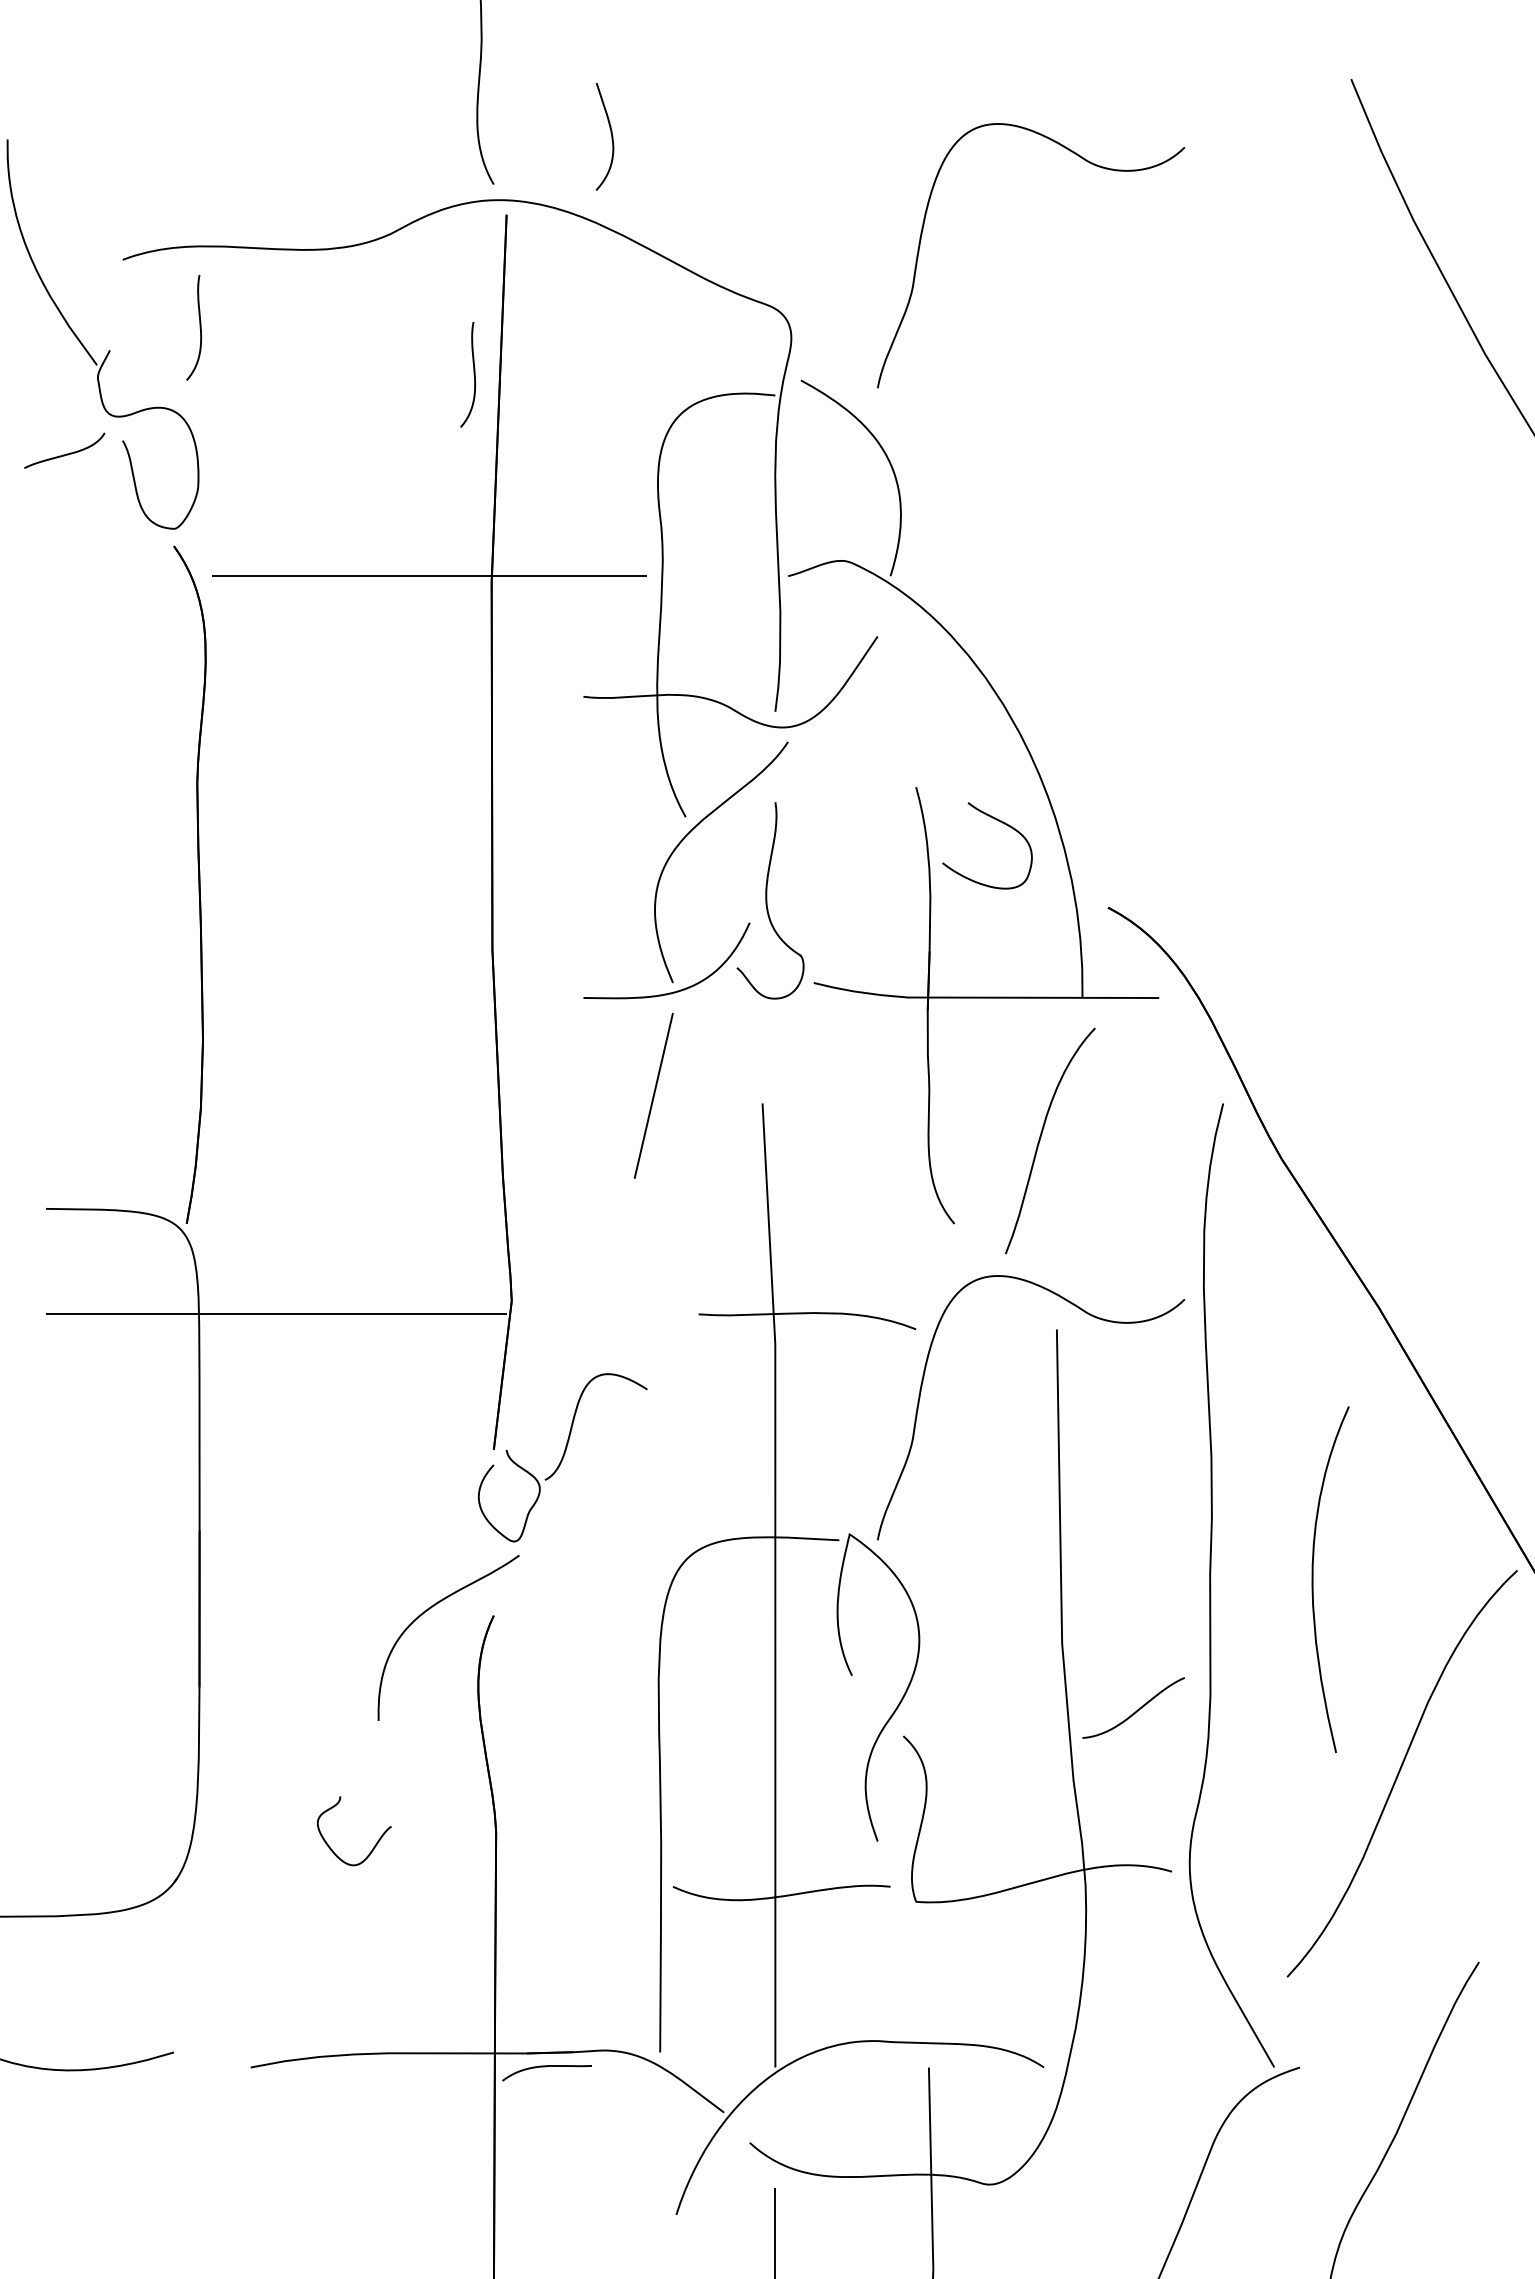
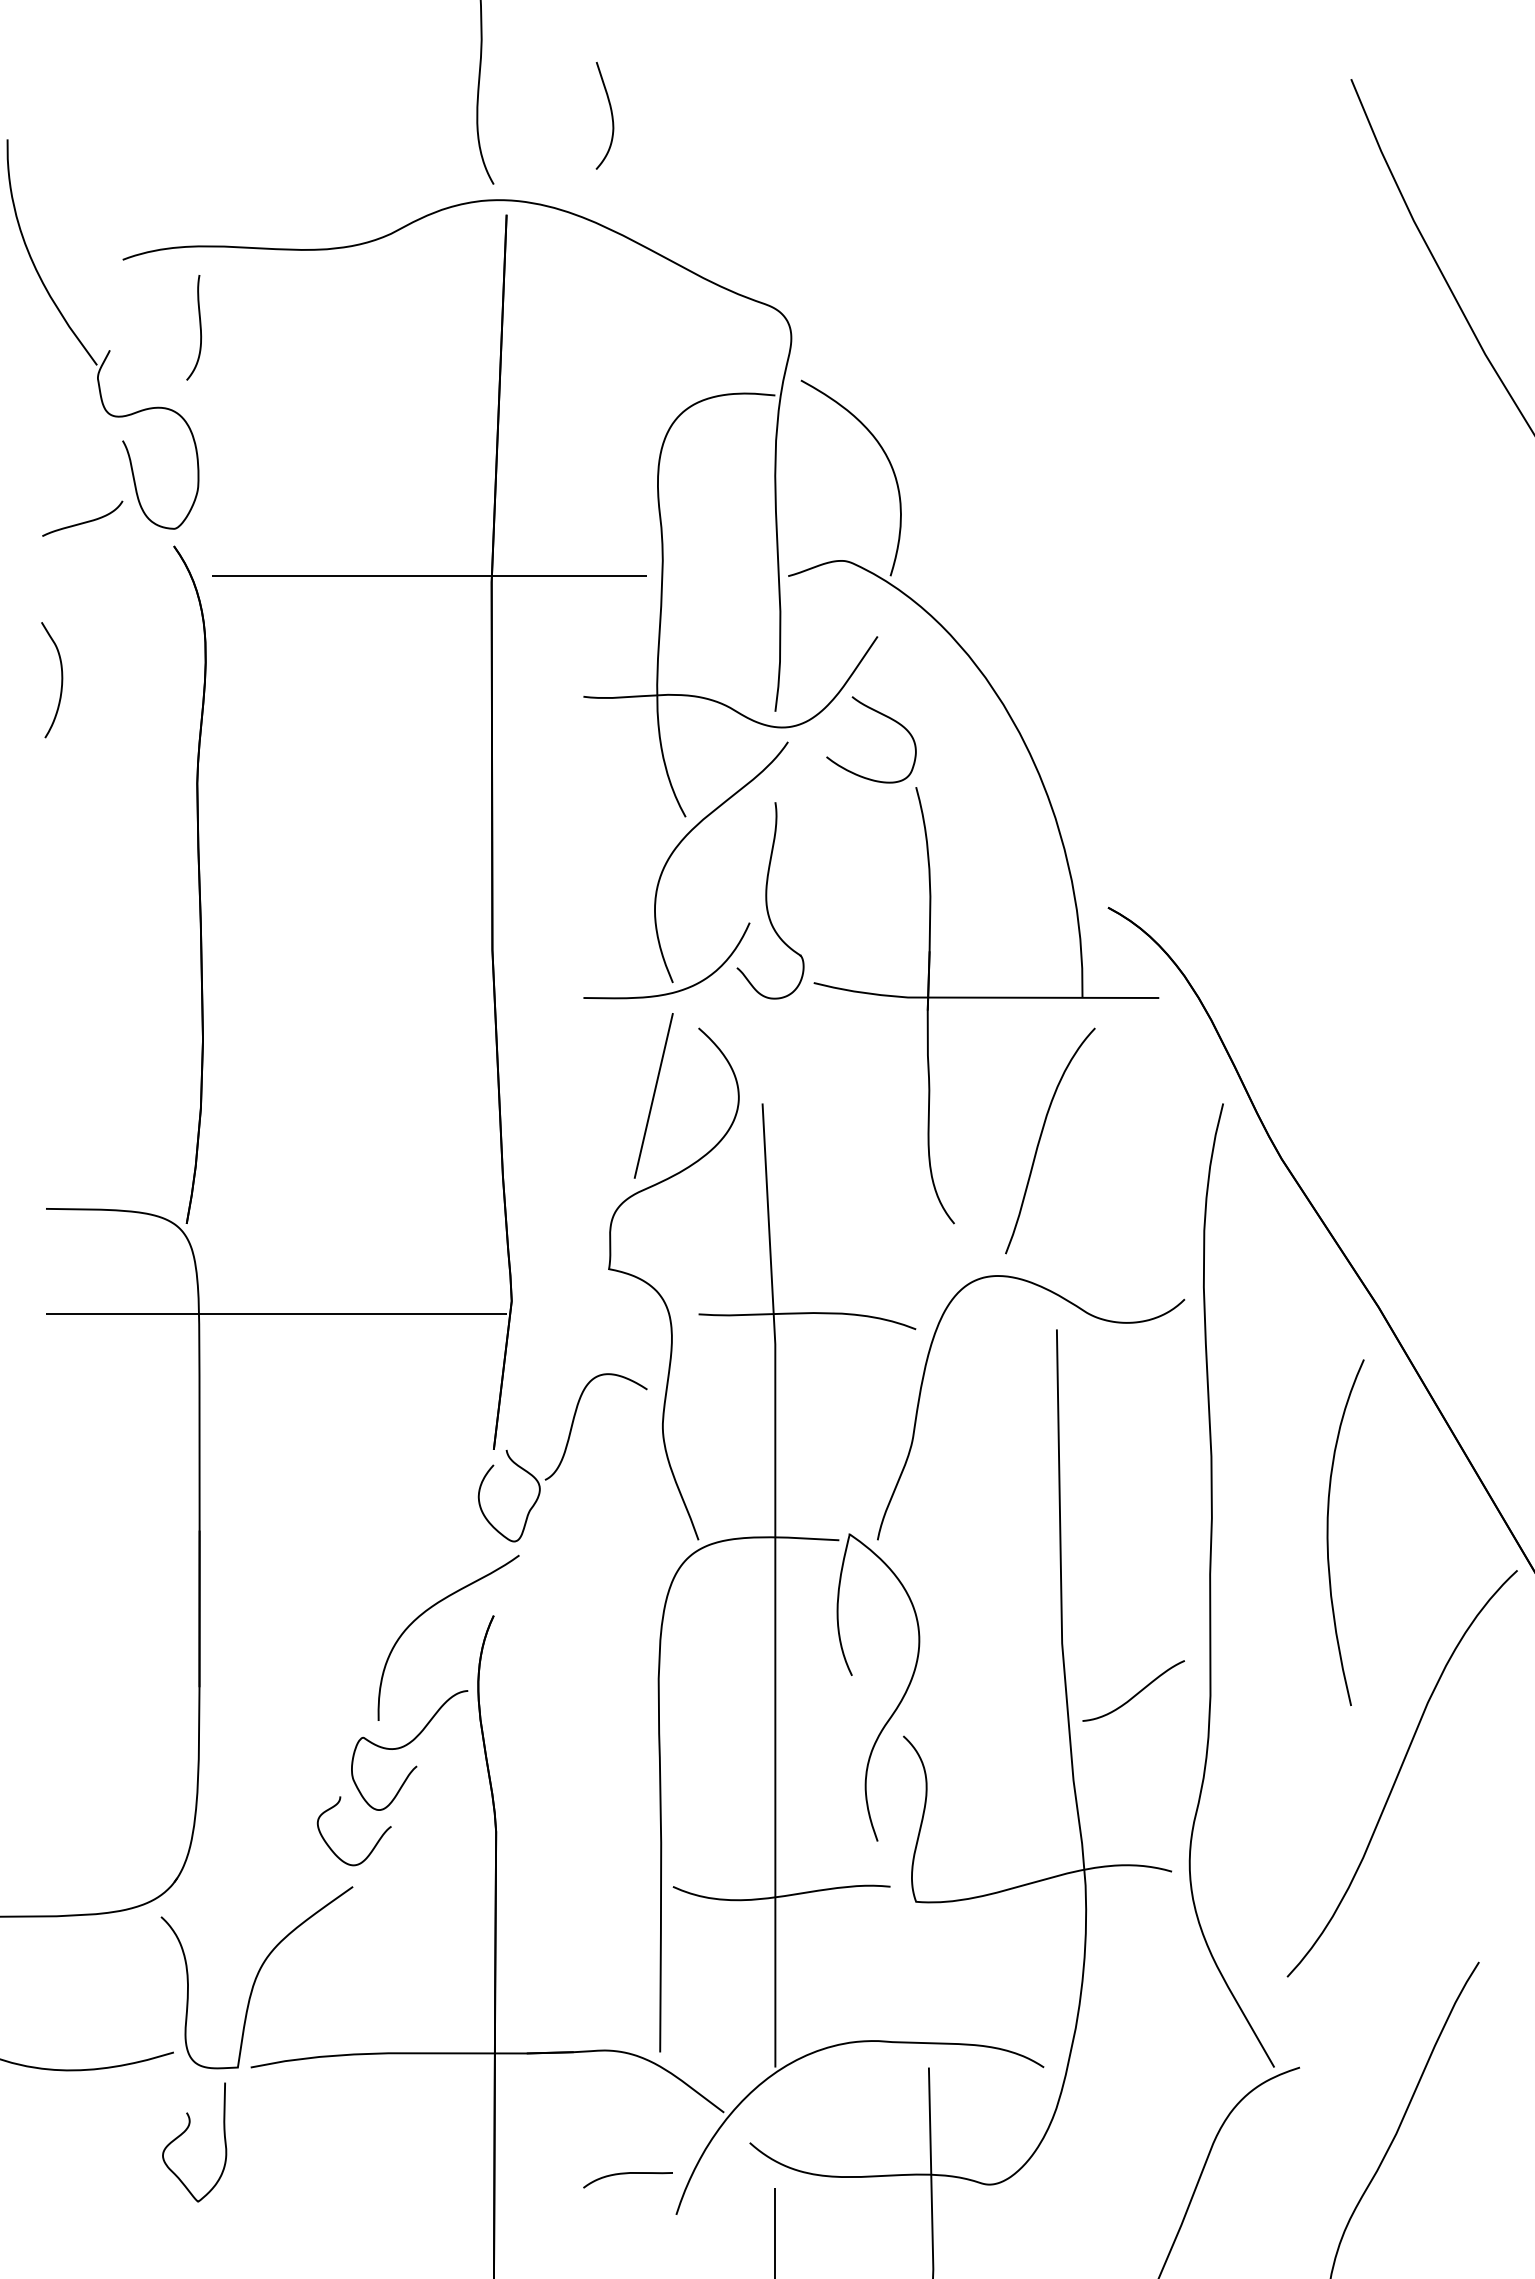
curve at (610, 133) position: (610, 133) -> (610, 112)
curve at (1087, 162): present -> none
curve at (473, 374): present -> none
curve at (66, 453) position: (66, 453) -> (84, 521)
curve at (61, 680): none -> present
curve at (998, 821) position: (998, 821) -> (882, 715)
curve at (659, 1292): none -> present
curve at (1313, 1579) position: (1313, 1579) -> (1328, 1532)
curve at (1136, 1710) position: (1136, 1710) -> (1136, 1693)
curve at (406, 1746): none -> present
curve at (256, 1977): none -> present
curve at (546, 2067) position: (546, 2067) -> (627, 2174)
curve at (185, 2132): none -> present
